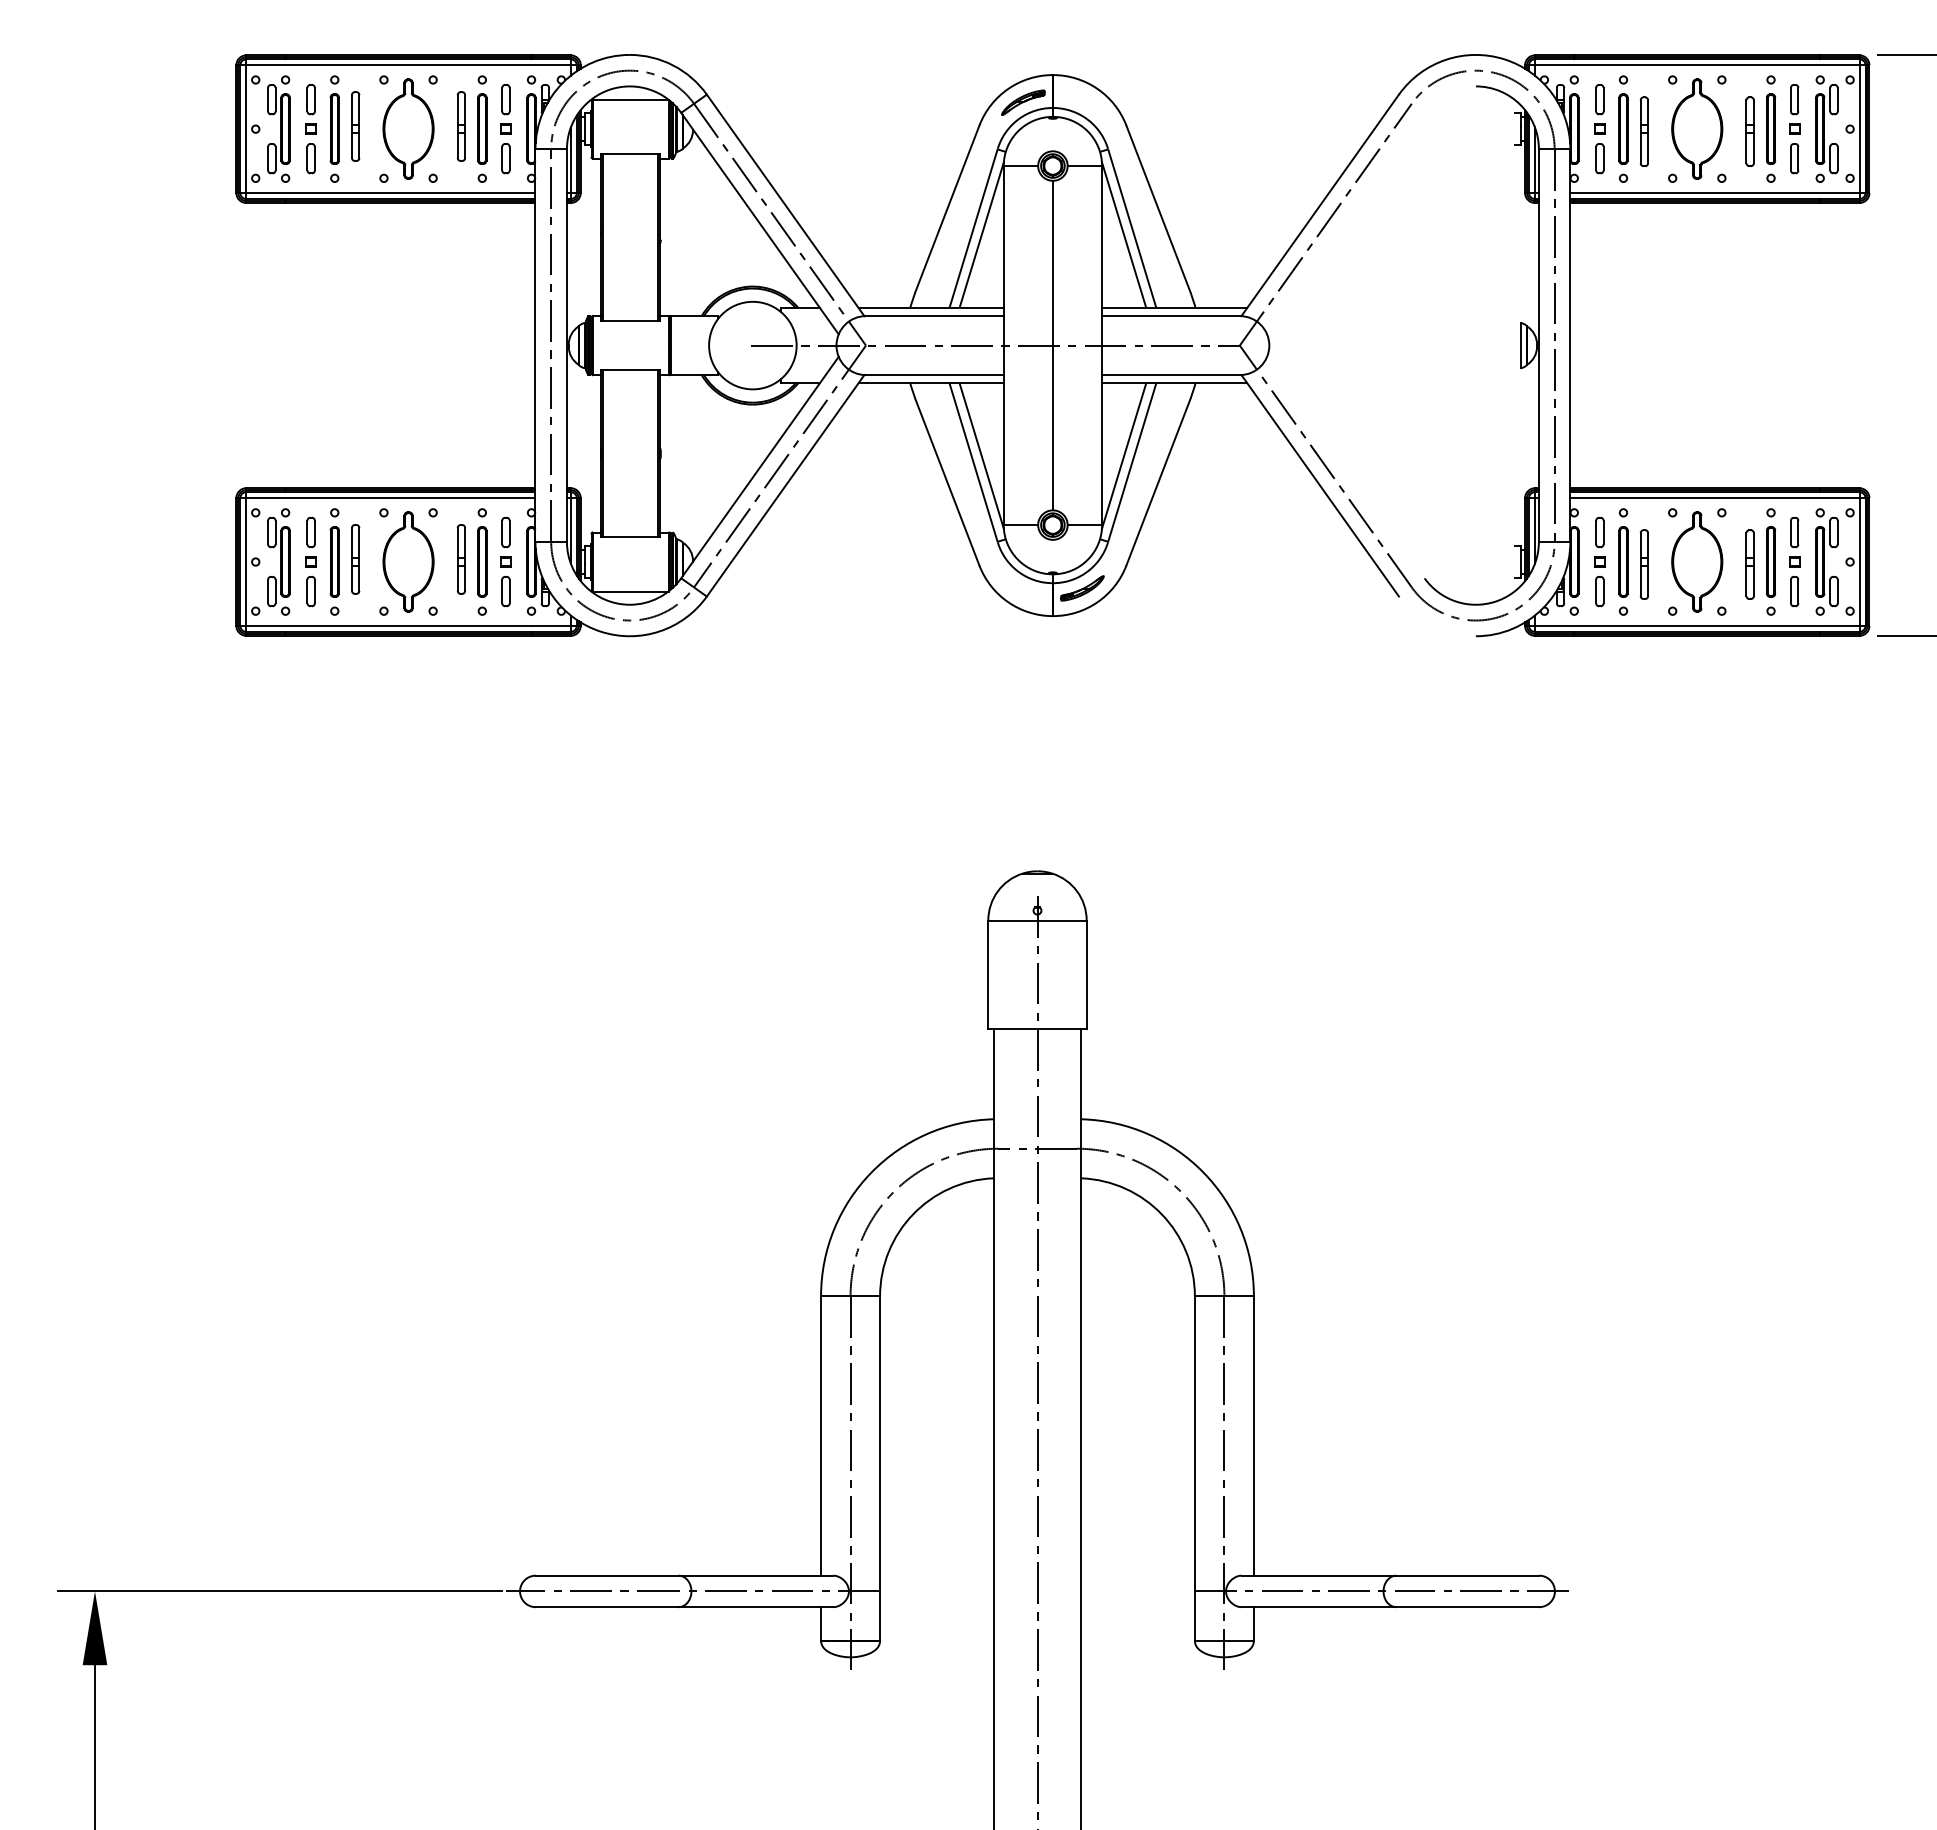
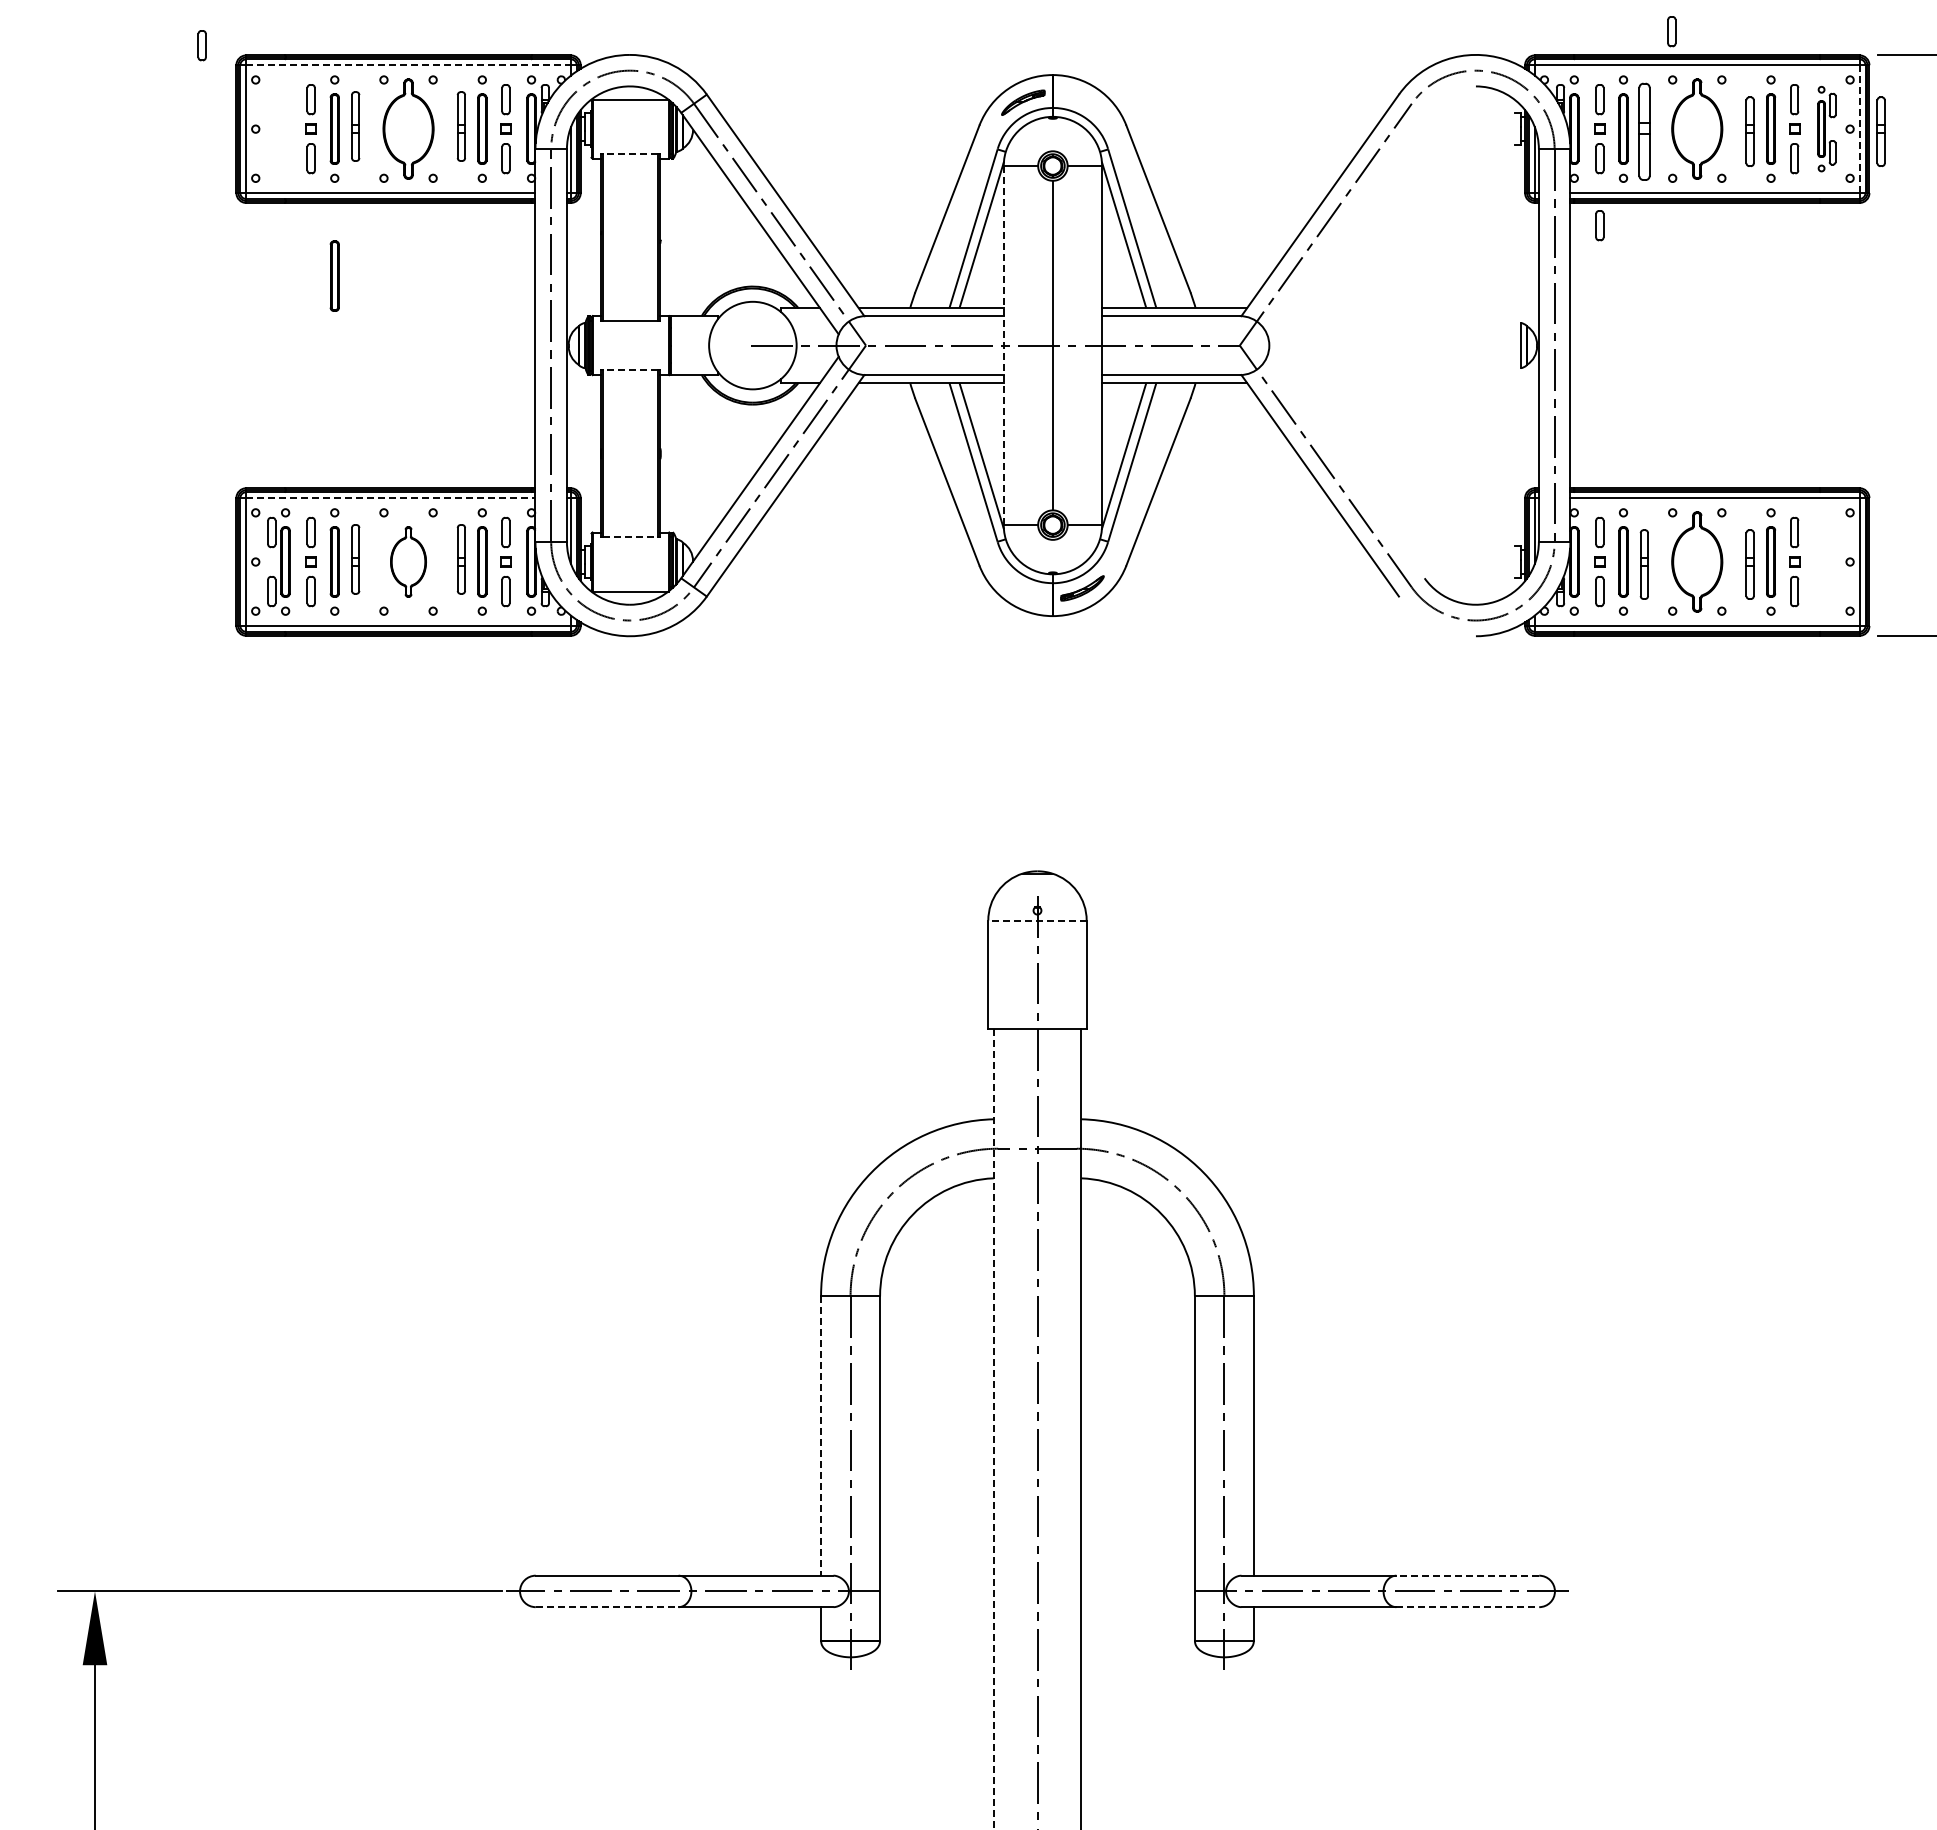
part at (1671, 31): none -> present
part at (201, 45): none -> present
line at (409, 65): solid -> dashed
part at (278, 128): present -> none
part at (1826, 128) size: 24x108 px -> 20x87 px
line at (1859, 129): solid -> dashed
part at (1643, 131) size: 10x71 px -> 13x99 px
part at (1880, 131): none -> present
line at (630, 153): solid -> dashed
part at (1599, 225): none -> present
part at (334, 275): none -> present
line at (1003, 345): solid -> dashed
line at (630, 370): solid -> dashed
line at (390, 498): solid -> dashed
line at (630, 537): solid -> dashed
part at (408, 561) size: 53x102 px -> 37x72 px
part at (1826, 561): present -> none
line at (1036, 920): solid -> dashed
line at (993, 1429): solid -> dashed
line at (821, 1435): solid -> dashed
line at (1467, 1575): solid -> dashed
line at (607, 1607): solid -> dashed
line at (1468, 1607): solid -> dashed
